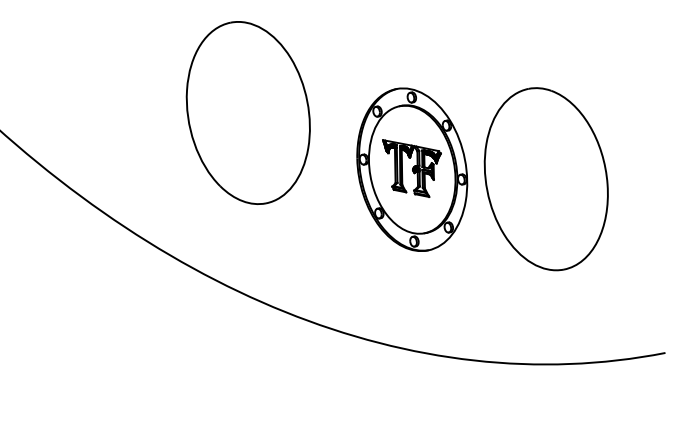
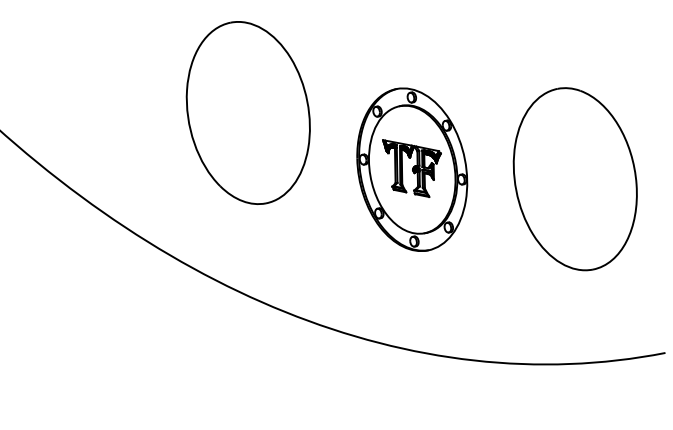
part at (545, 179) position: (545, 179) -> (574, 179)
